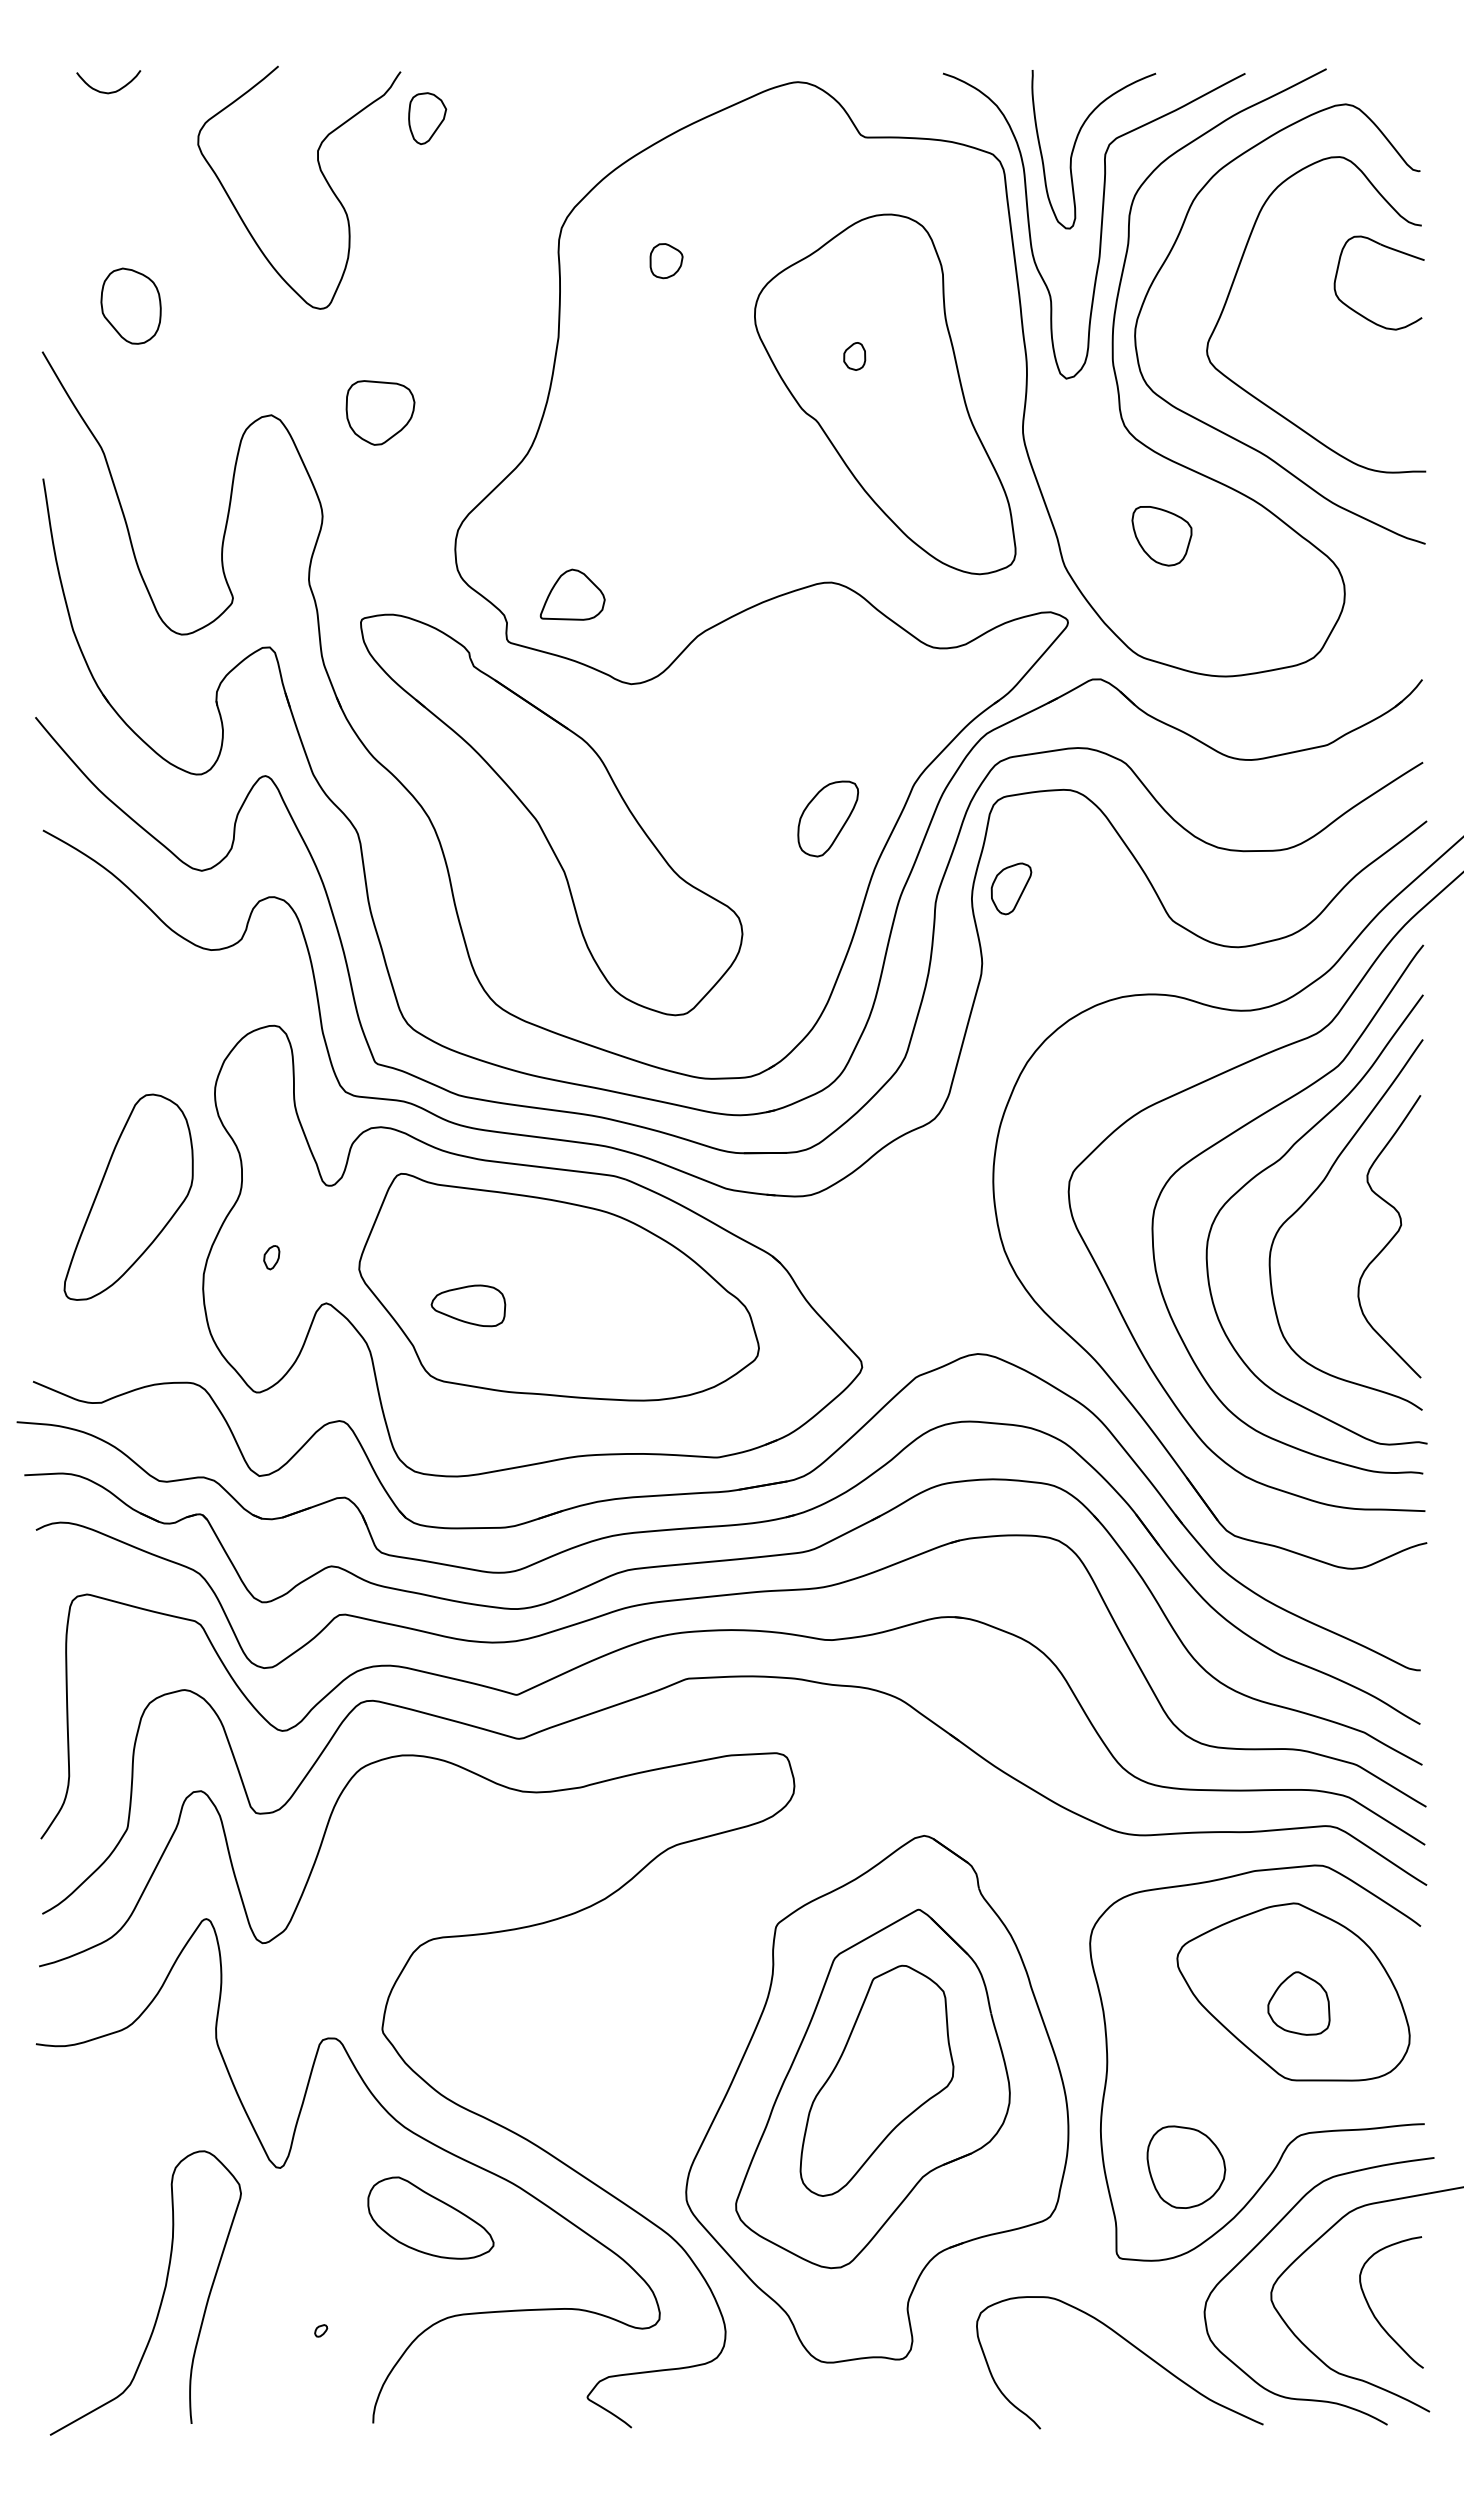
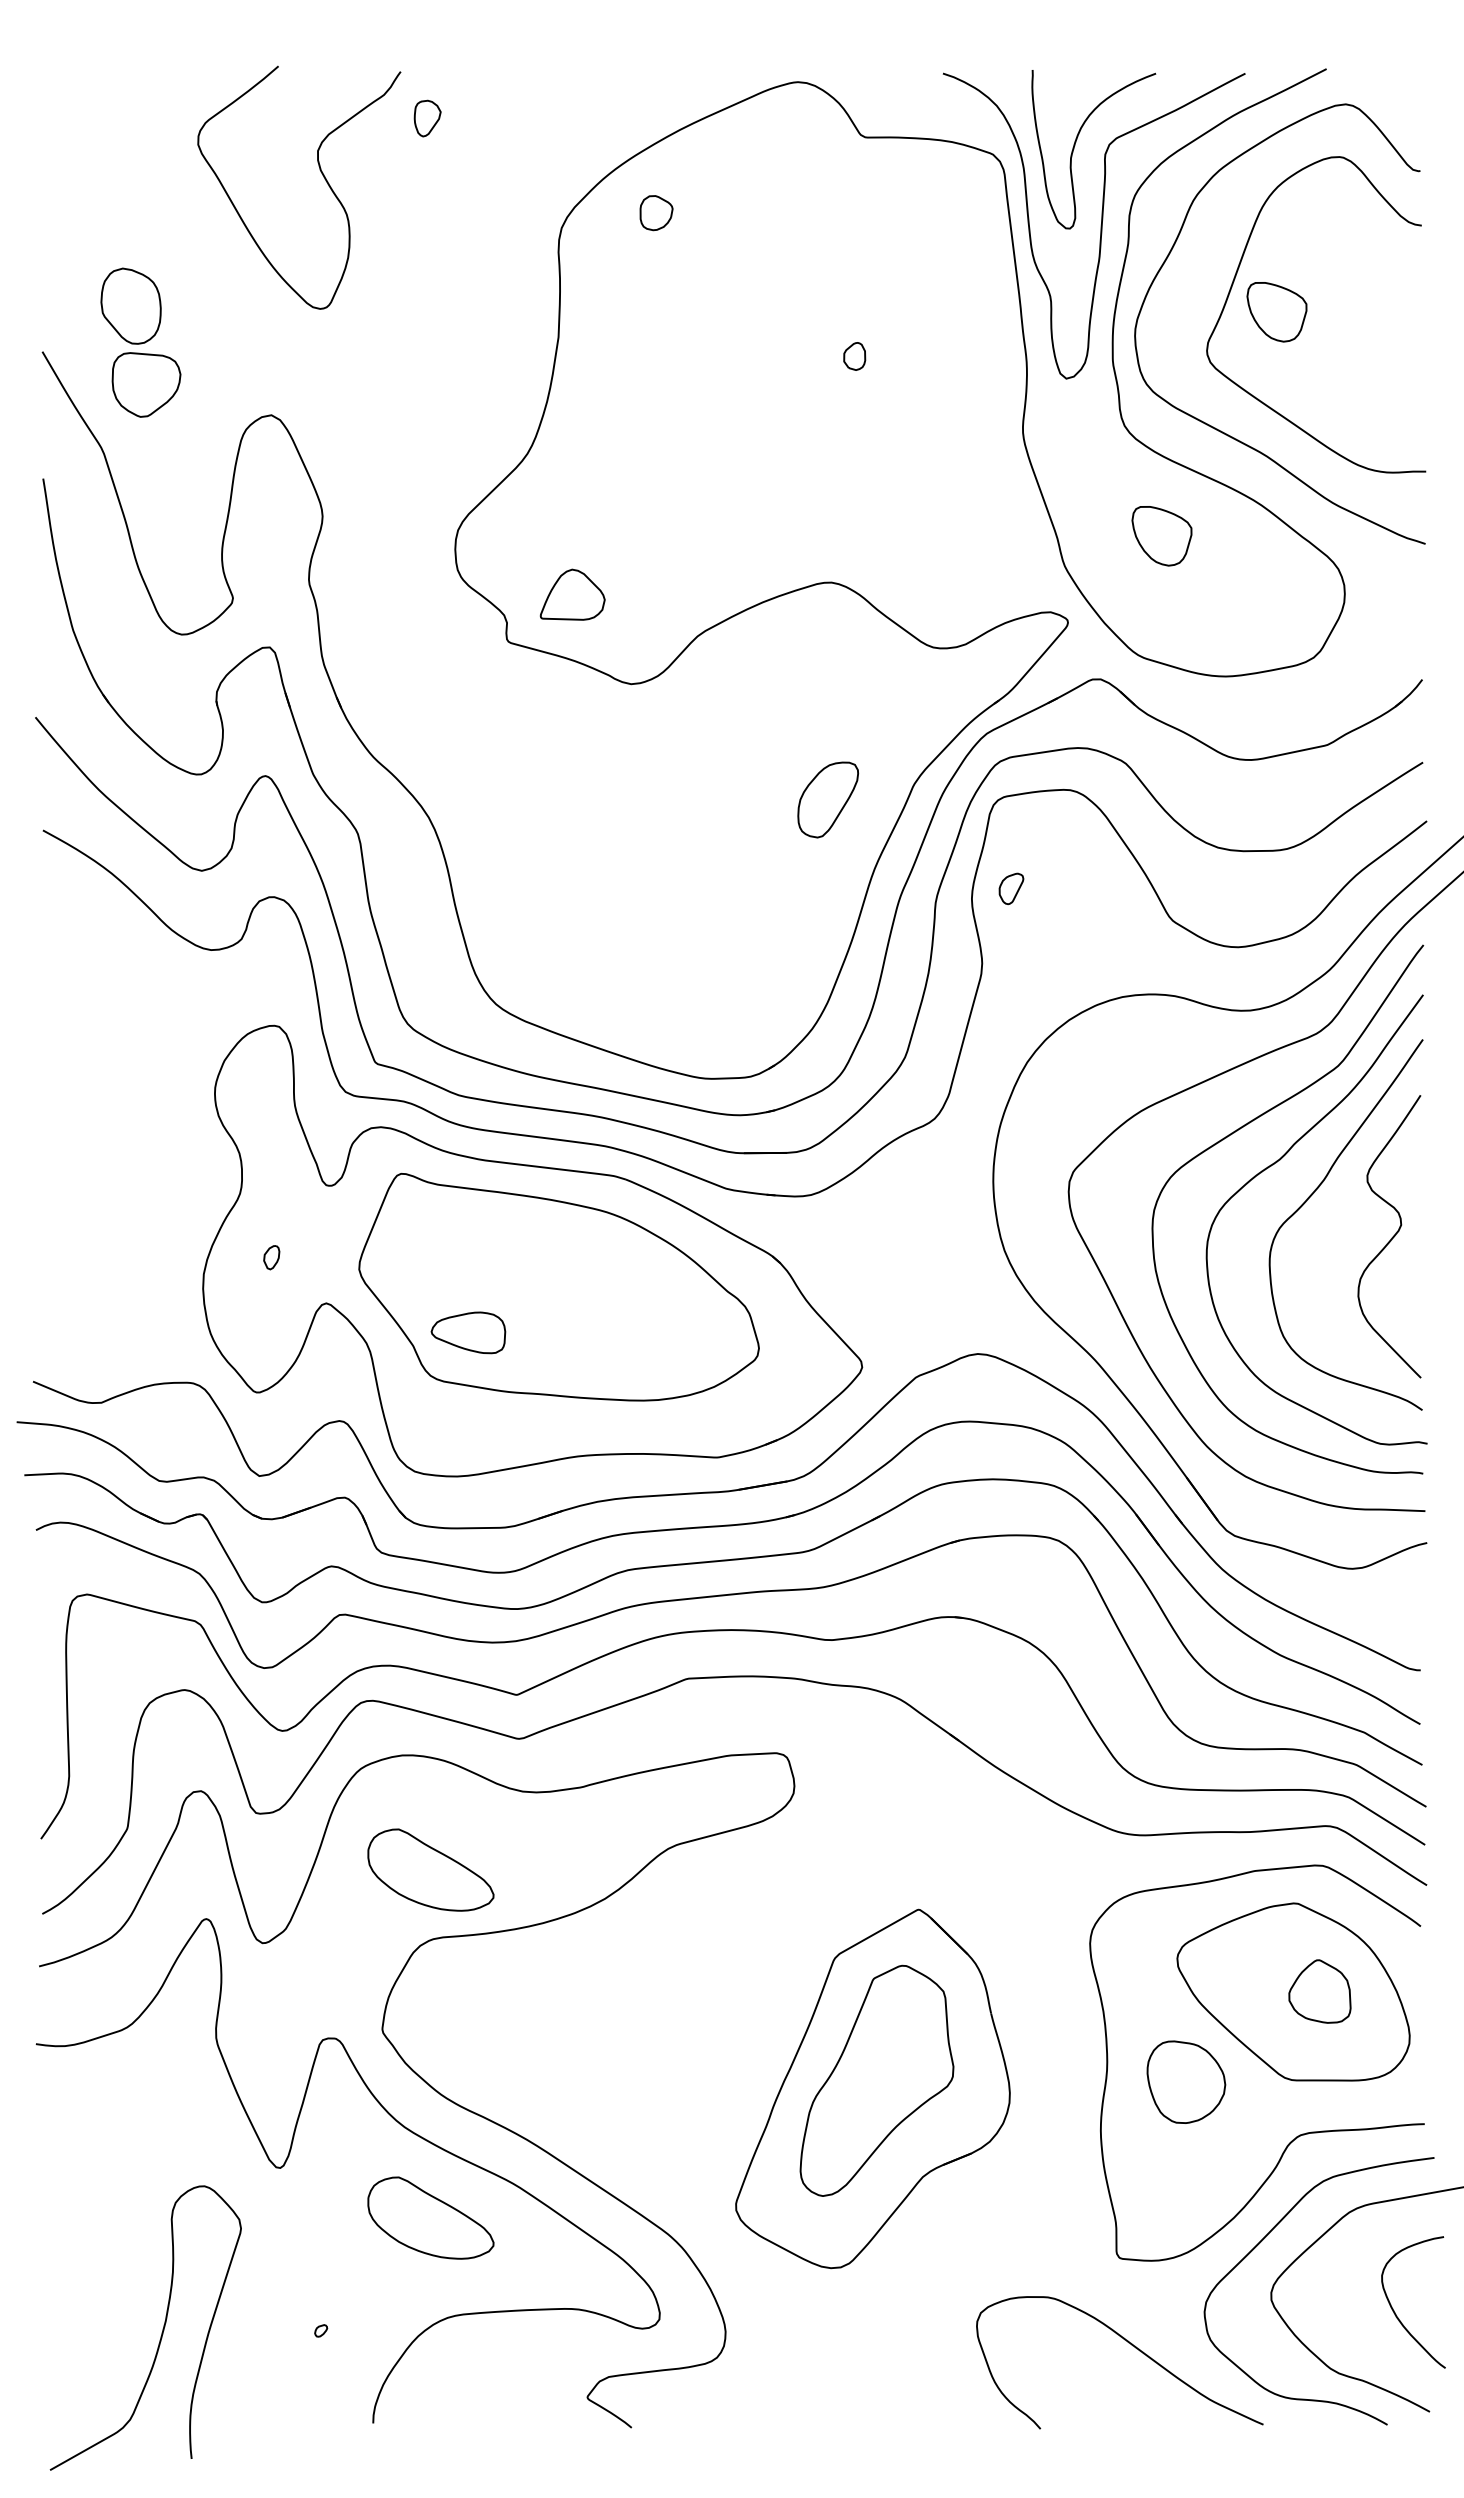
curve at (111, 91): present -> none
part at (427, 118) size: 40x53 px -> 29x39 px
part at (1390, 249): present -> none
part at (666, 261) position: (666, 261) -> (656, 213)
part at (1276, 312): none -> present
part at (885, 394): present -> none
part at (380, 412) position: (380, 412) -> (146, 384)
part at (551, 814): present -> none
part at (827, 818) position: (827, 818) -> (827, 799)
part at (1011, 888) size: 43x54 px -> 27x34 px
part at (128, 1196): present -> none
part at (468, 1305) position: (468, 1305) -> (468, 1332)
part at (430, 1869): none -> present
part at (1298, 2003) position: (1298, 2003) -> (1319, 1991)
part at (877, 2099): present -> none
part at (1186, 2166) position: (1186, 2166) -> (1186, 2081)
curve at (161, 2297) position: (161, 2297) -> (161, 2332)
curve at (1373, 2312) position: (1373, 2312) -> (1395, 2312)
